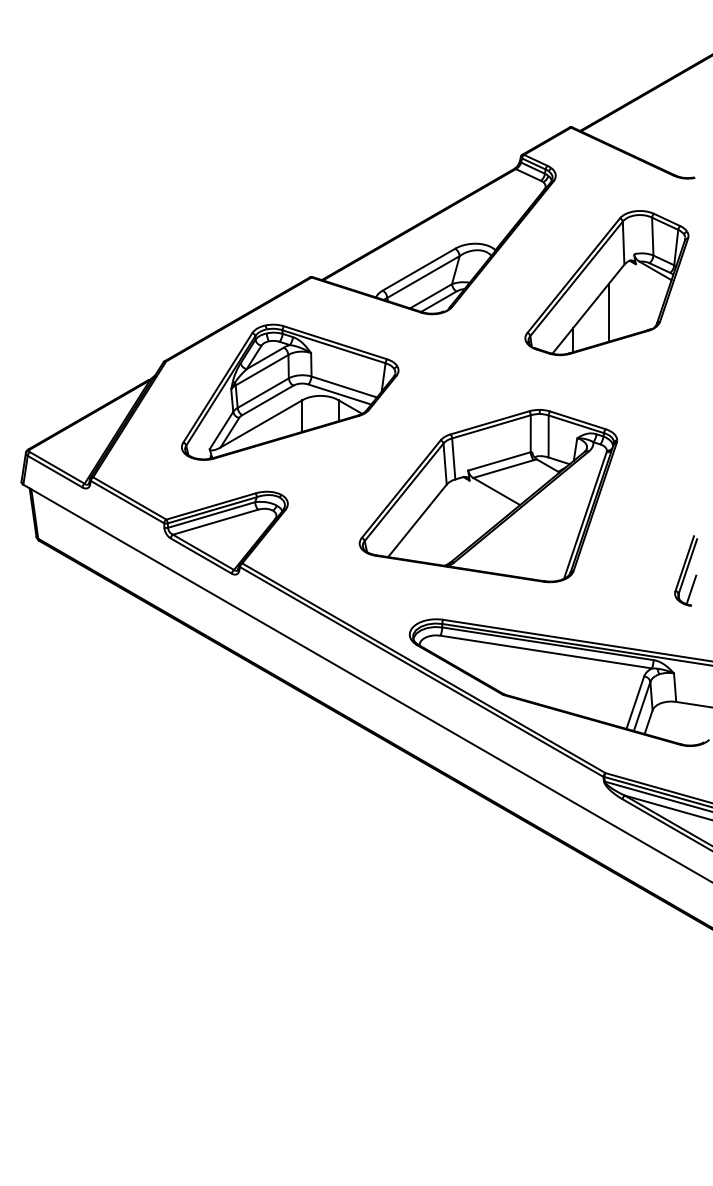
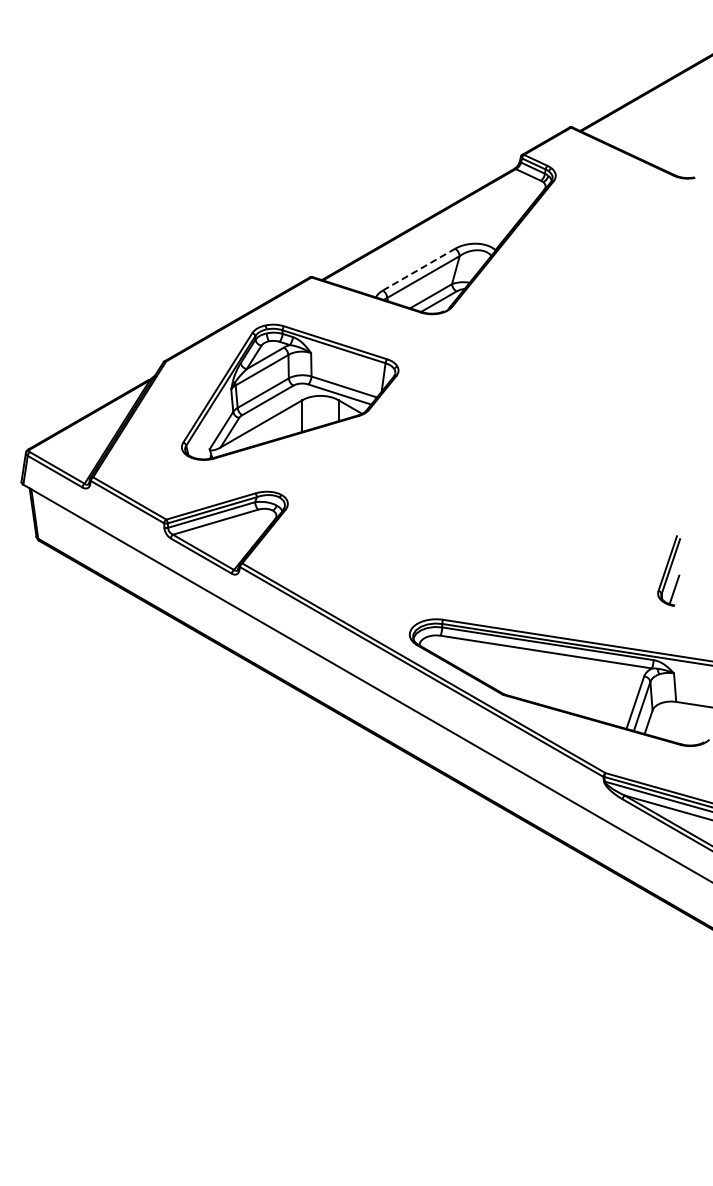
line at (419, 269): solid -> dashed
part at (606, 283): present -> none
part at (488, 496): present -> none
part at (686, 570) position: (686, 570) -> (669, 570)
